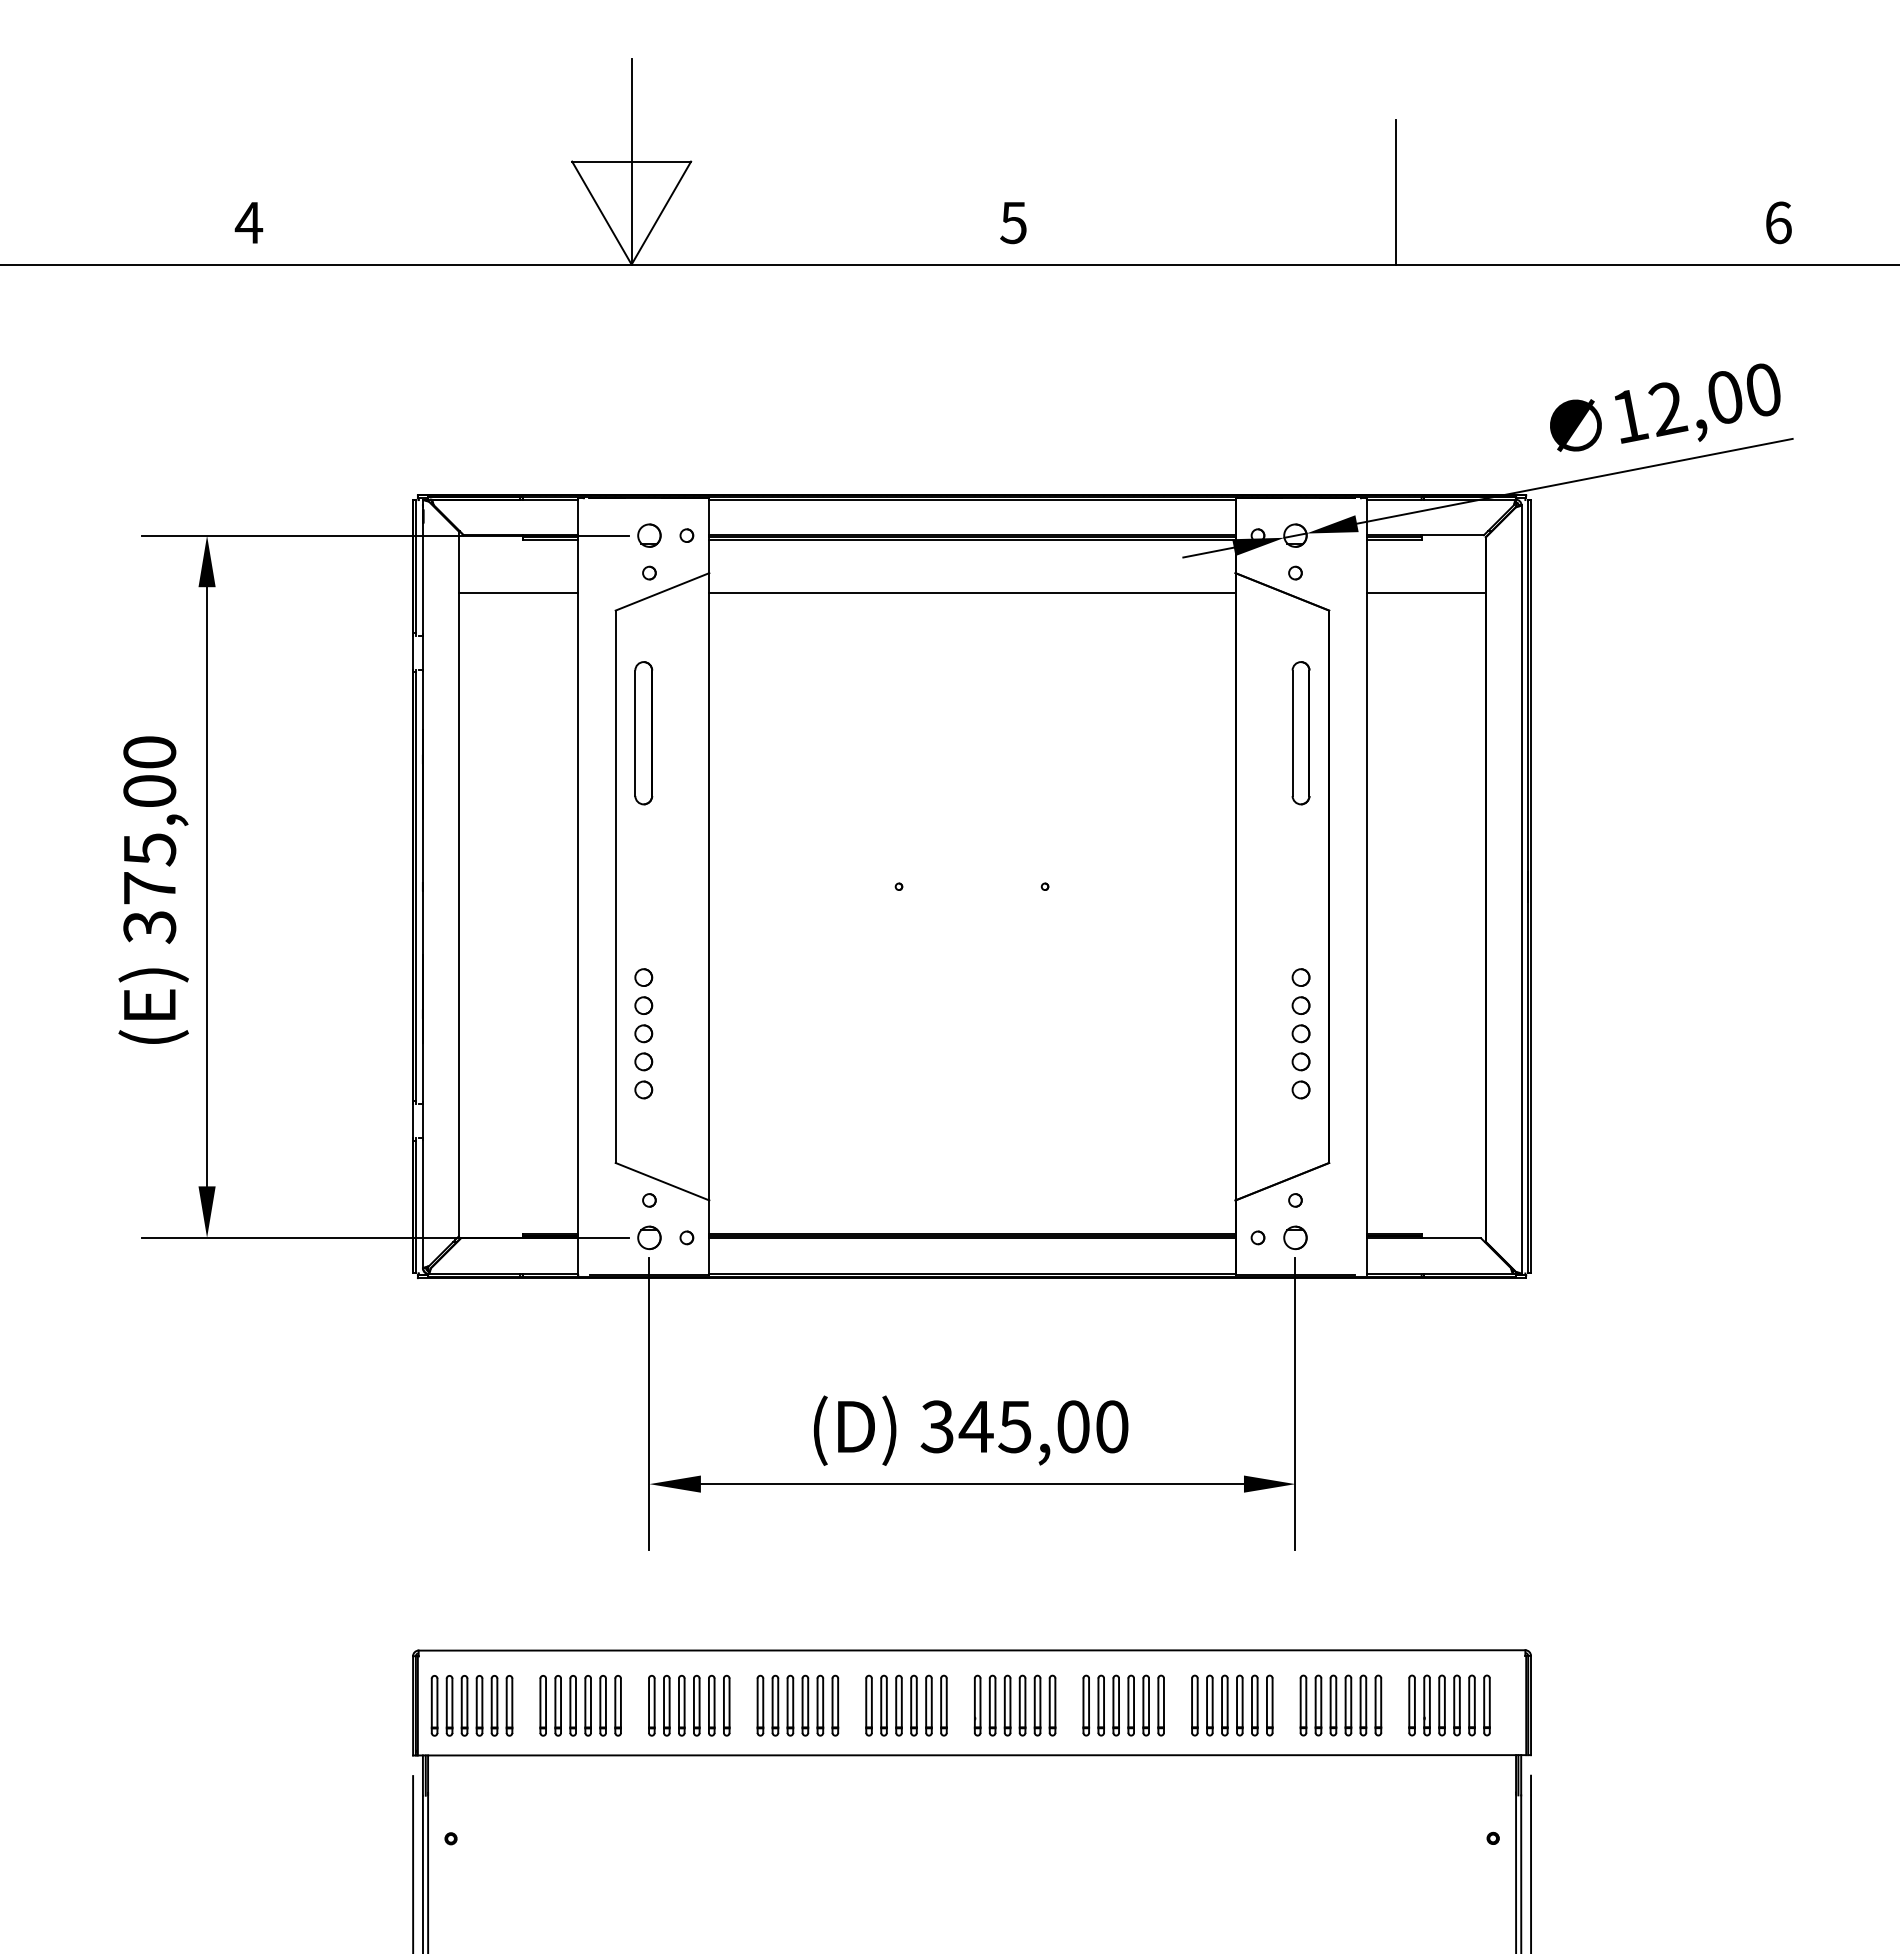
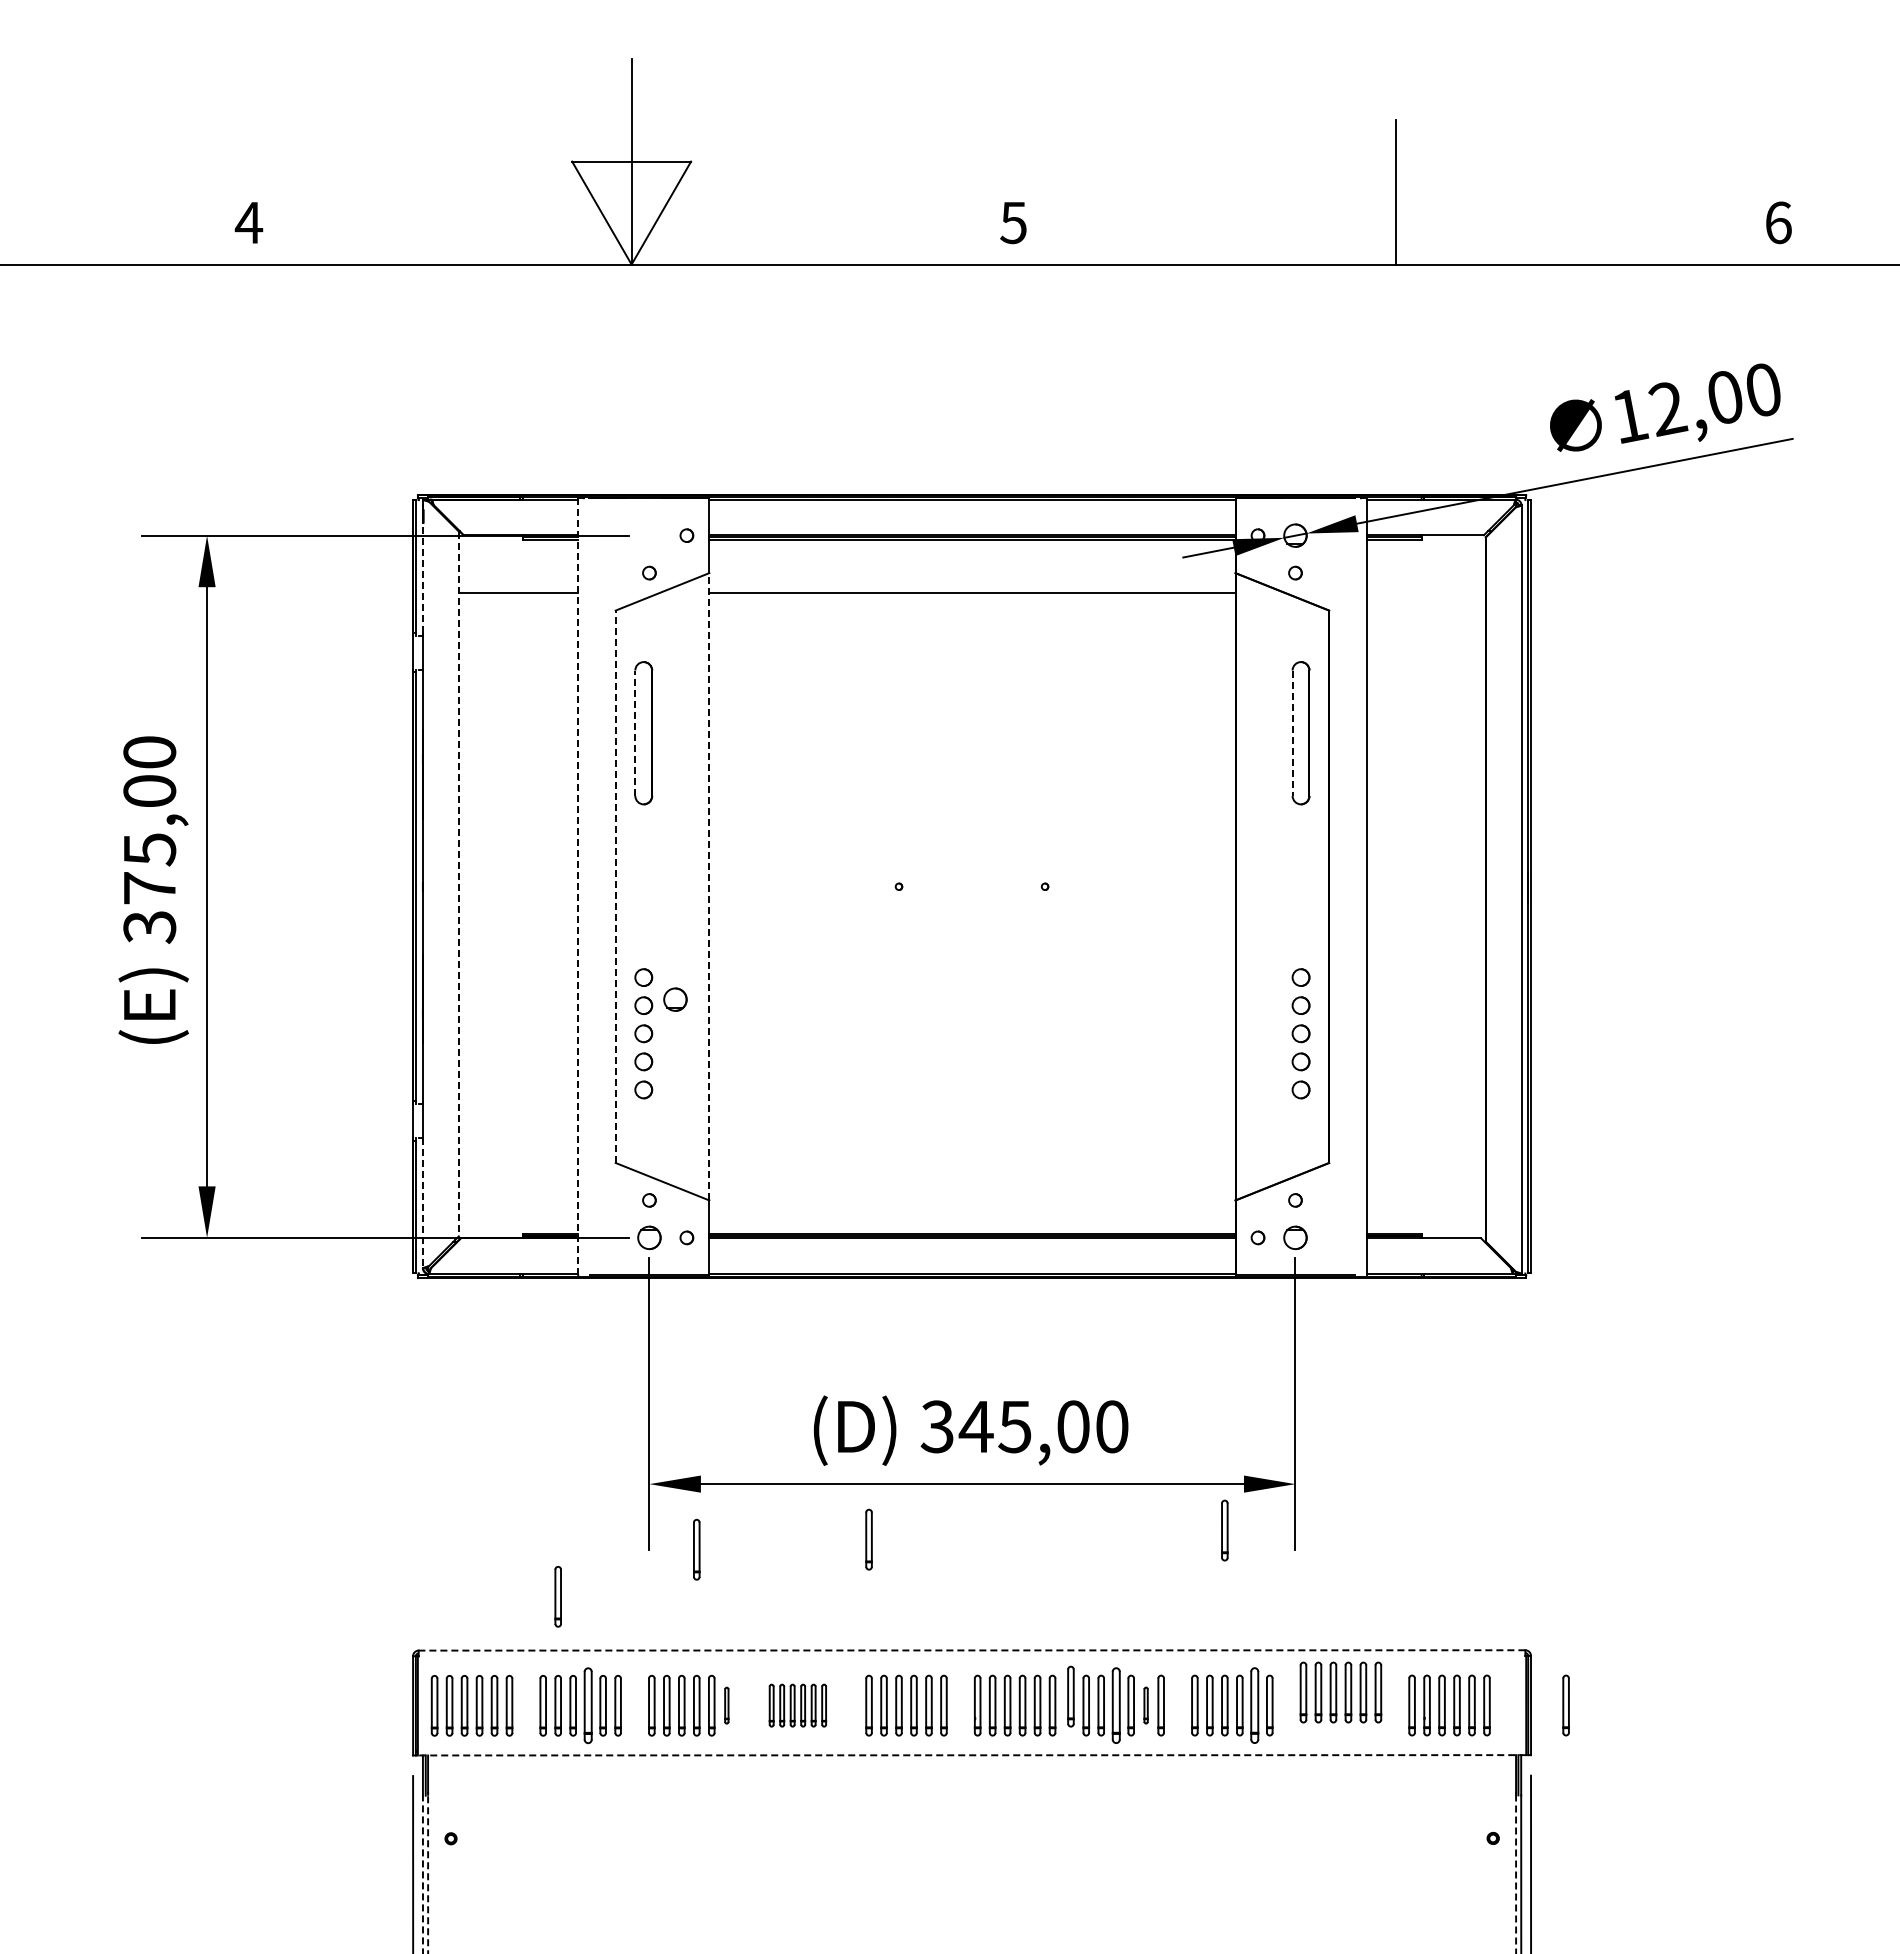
part at (649, 535) position: (649, 535) -> (675, 999)
line at (422, 571): solid -> dashed
line at (1425, 593): present -> none
line at (635, 733): solid -> dashed
line at (1292, 733): solid -> dashed
line at (458, 884): solid -> dashed
line at (578, 886): solid -> dashed
line at (615, 886): solid -> dashed
line at (709, 886): solid -> dashed
line at (422, 1203): solid -> dashed
part at (1224, 1530): none -> present
part at (868, 1539): none -> present
part at (696, 1549): none -> present
part at (557, 1596): none -> present
line at (971, 1650): solid -> dashed
part at (1070, 1696): none -> present
part at (587, 1705) size: 8x62 px -> 10x78 px
part at (726, 1705) size: 8x63 px -> 6x39 px
part at (797, 1705) size: 84x63 px -> 60x45 px
part at (1115, 1705) size: 8x63 px -> 10x77 px
part at (1145, 1705) size: 8x63 px -> 6x39 px
part at (1254, 1705) size: 8x63 px -> 10x77 px
part at (1340, 1705) position: (1340, 1705) -> (1340, 1692)
part at (1565, 1705): none -> present
line at (971, 1755): solid -> dashed
line at (428, 1873): solid -> dashed
line at (422, 1874): solid -> dashed
line at (1516, 1874): solid -> dashed
